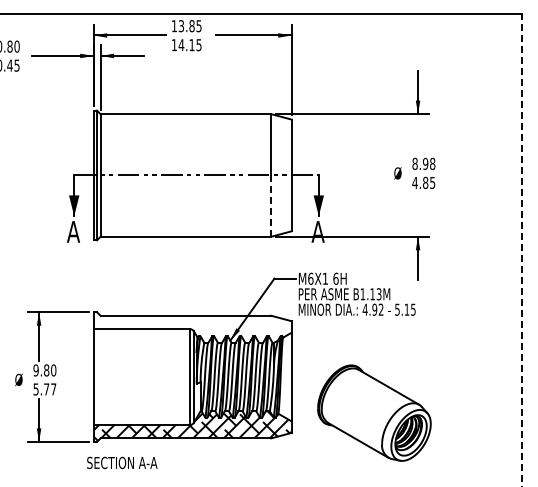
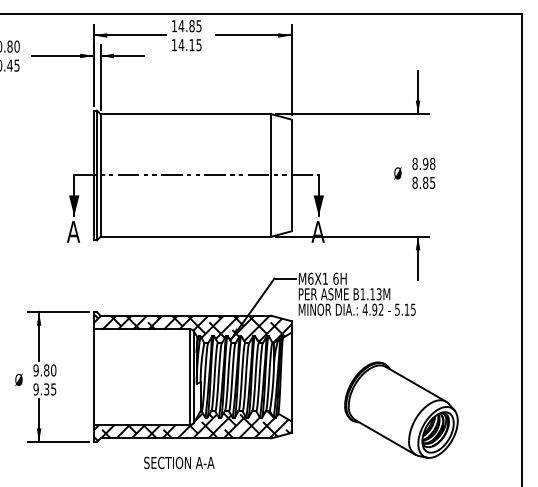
text at (181, 26): 13.85 -> 14.85
text at (414, 182): 4.85 -> 8.85
line at (271, 206): dashed -> solid
line at (521, 250): dashed -> solid
hatch at (192, 328): none -> present
text at (44, 389): 5.77 -> 9.35
part at (374, 412) position: (374, 412) -> (401, 409)
text at (122, 462) position: (122, 462) -> (179, 462)
